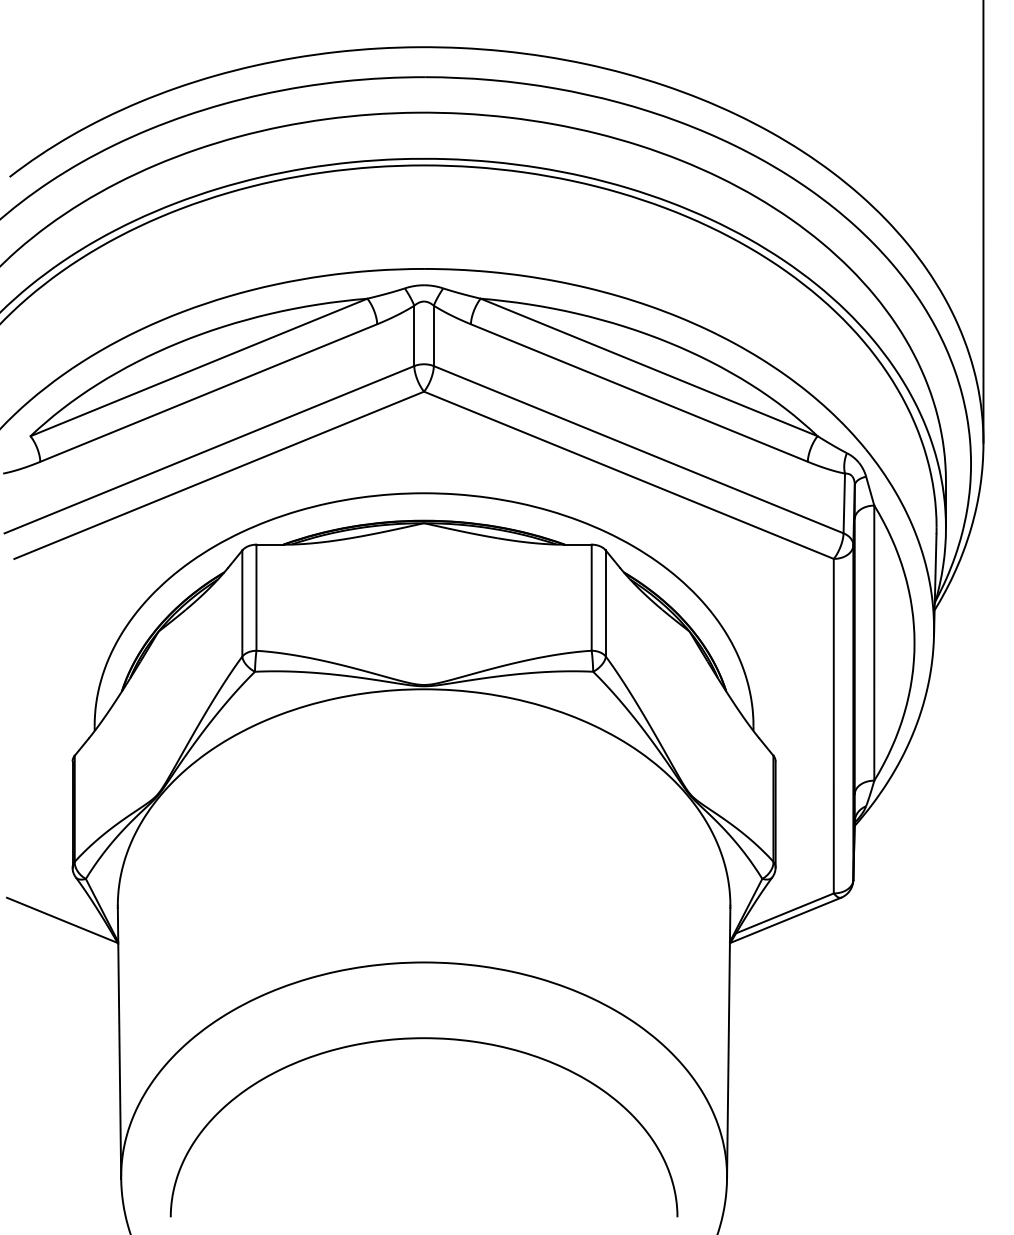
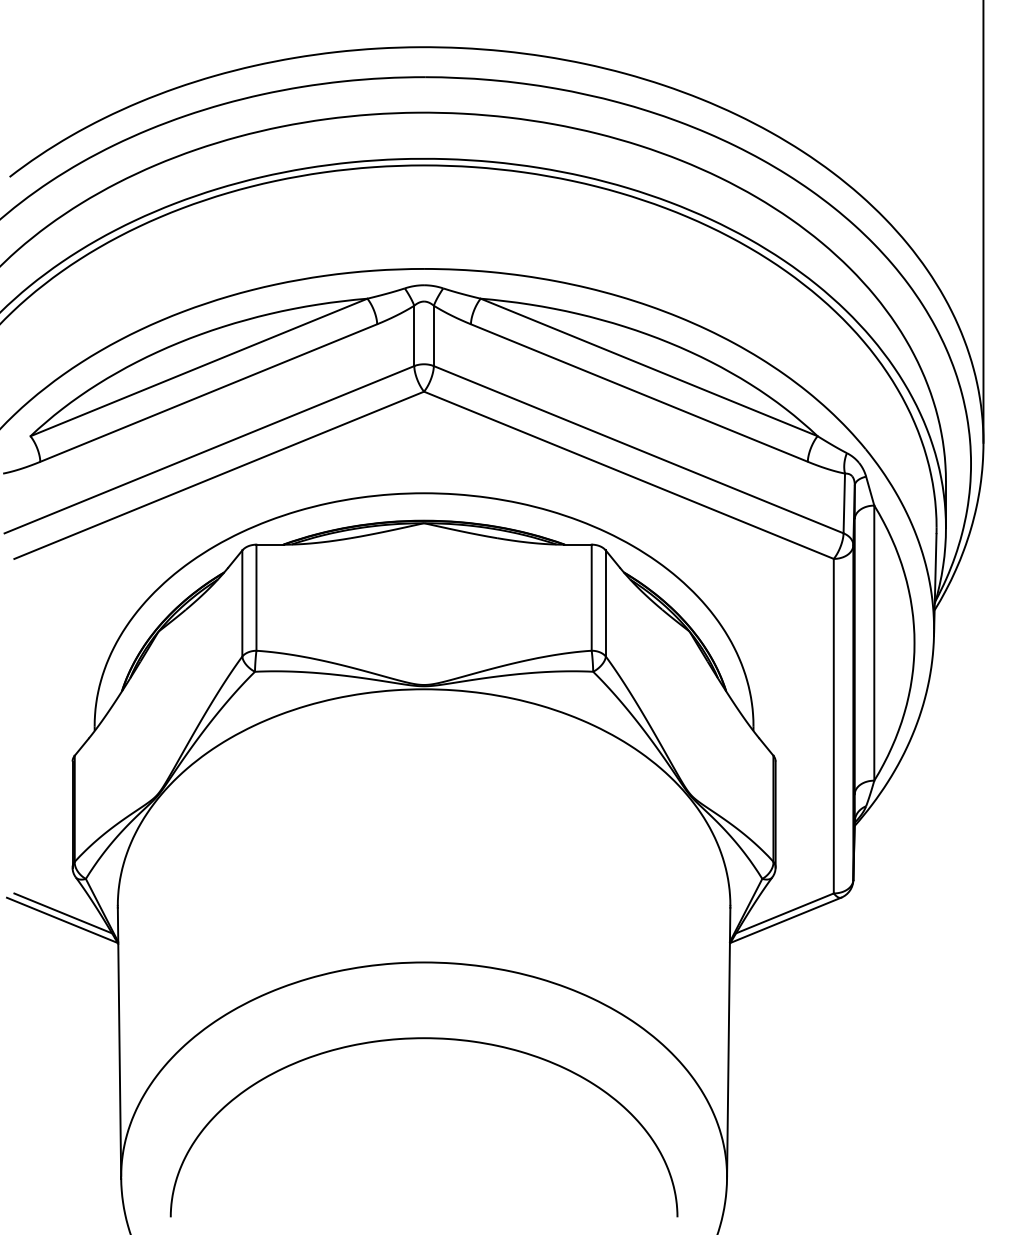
line at (63, 913): none -> present
